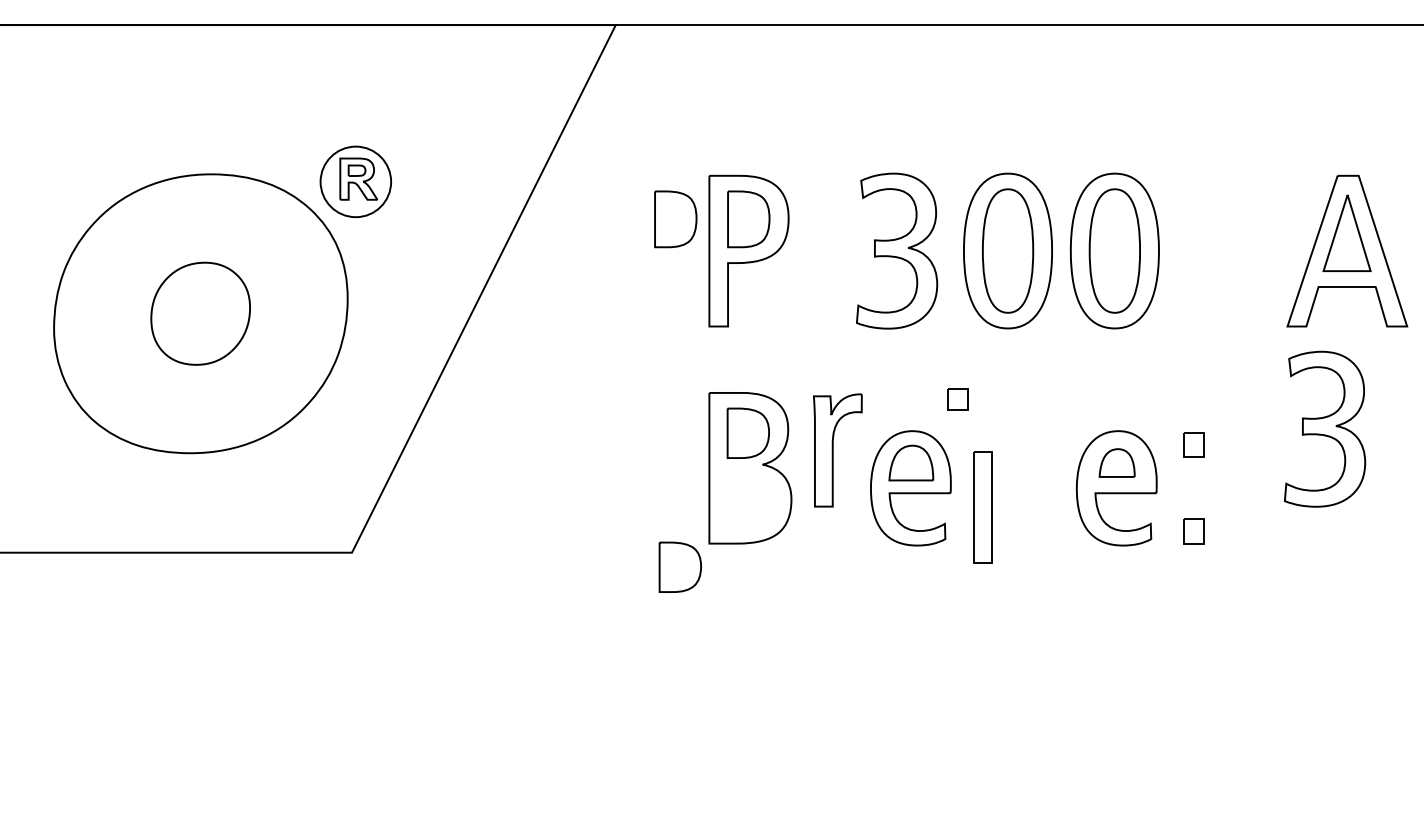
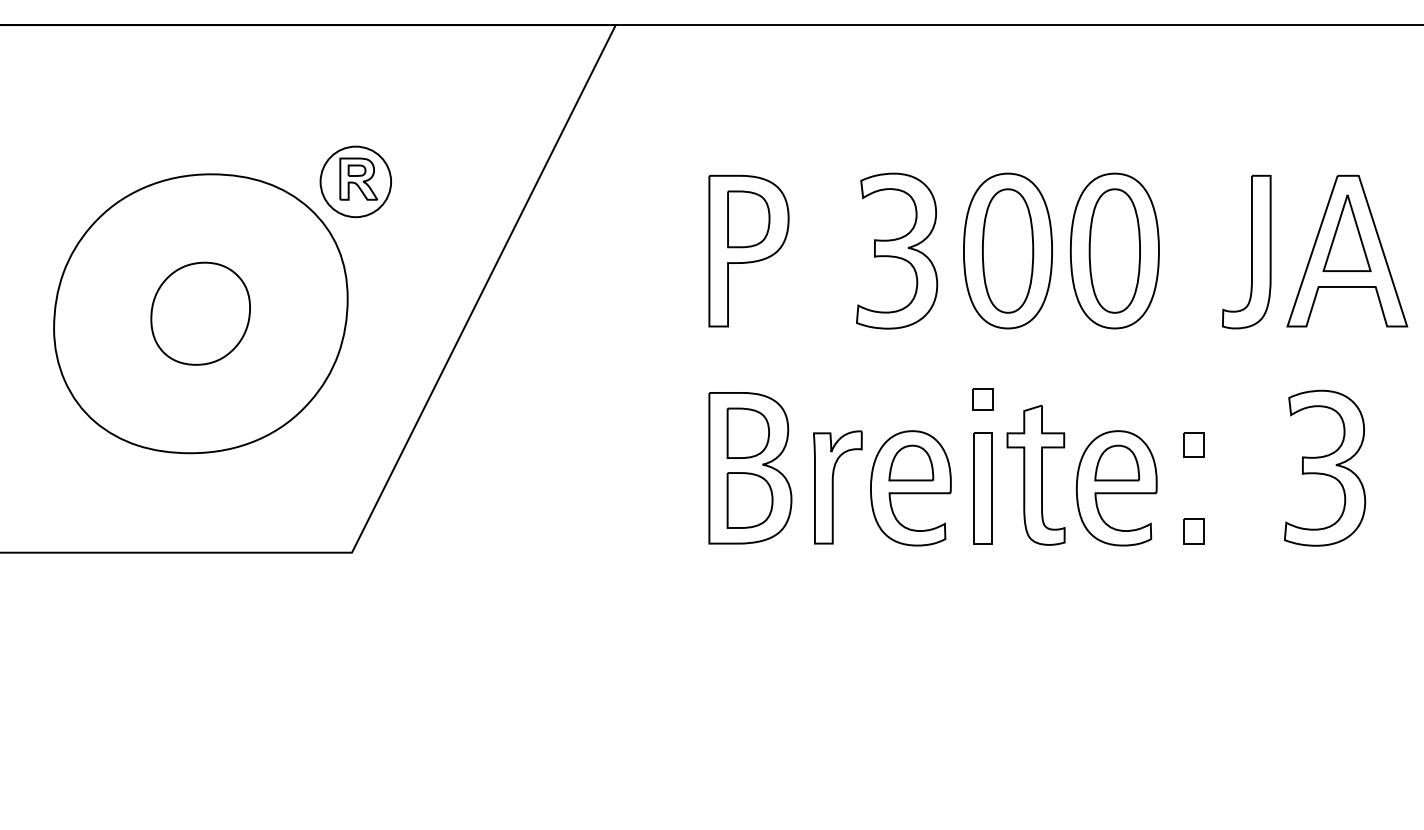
part at (675, 219): present -> none
part at (1246, 251): none -> present
part at (957, 399) position: (957, 399) -> (982, 399)
part at (1325, 428) position: (1325, 428) -> (1325, 467)
part at (837, 450) position: (837, 450) -> (837, 487)
part at (1116, 462) size: 38x30 px -> 46x38 px
part at (1035, 474): none -> present
part at (749, 500): none -> present
part at (982, 507) position: (982, 507) -> (982, 488)
part at (679, 566): present -> none
